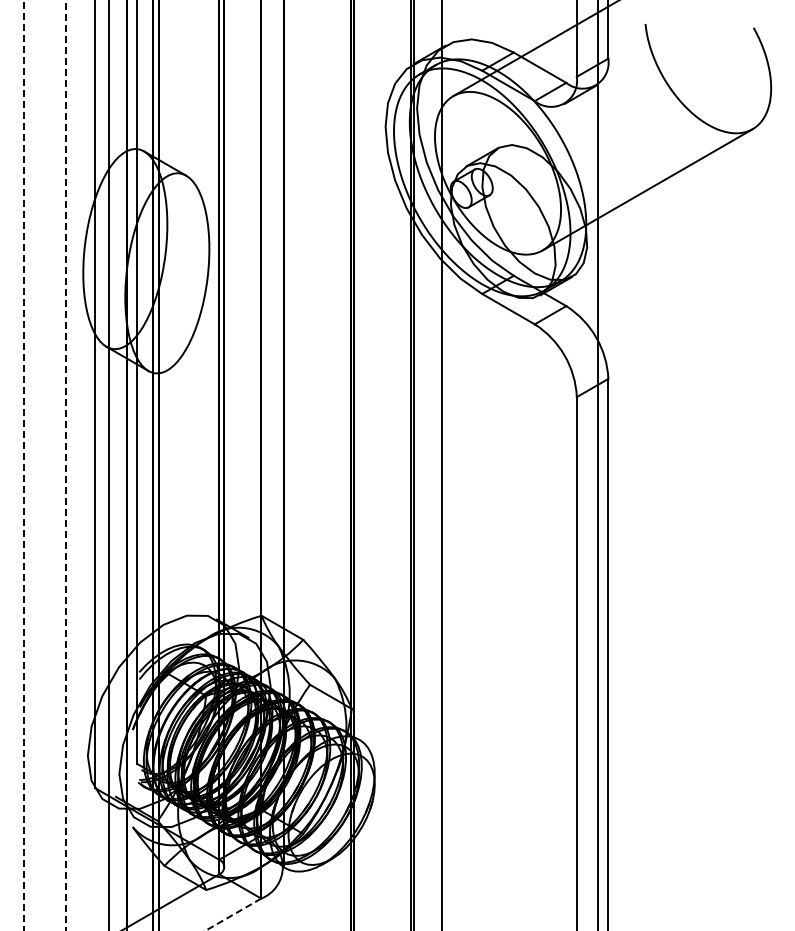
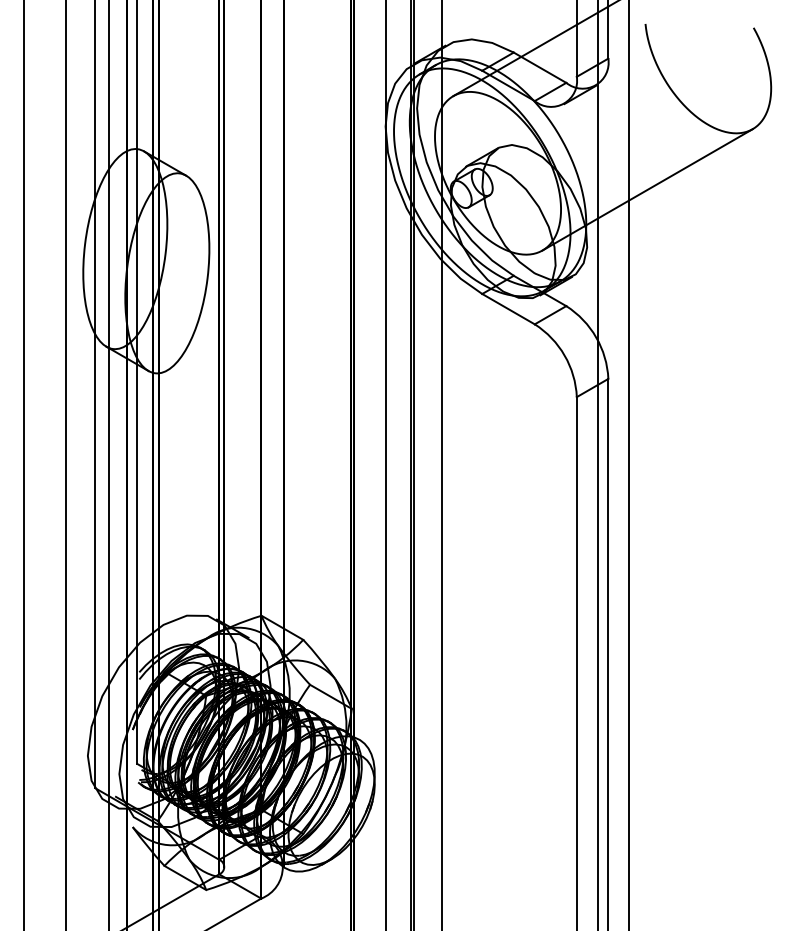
line at (385, 464): none -> present
line at (629, 464): none -> present
line at (23, 465): dashed -> solid
line at (65, 465): dashed -> solid
line at (233, 914): dashed -> solid
